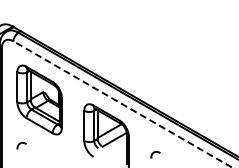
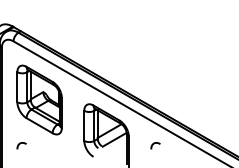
line at (122, 104): dashed -> solid
curve at (154, 153) position: (154, 153) -> (154, 144)
